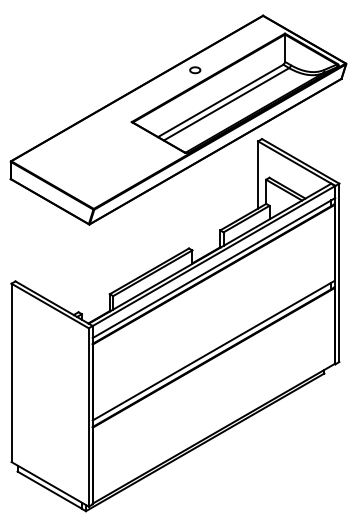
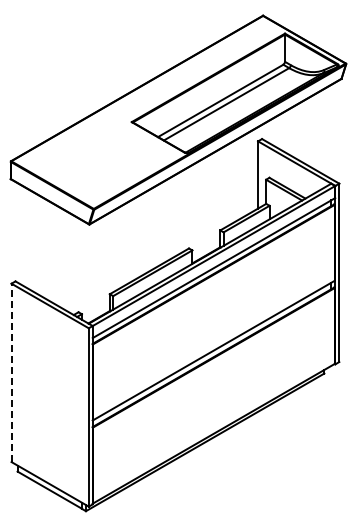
part at (195, 70): present -> none
line at (11, 372): solid -> dashed
